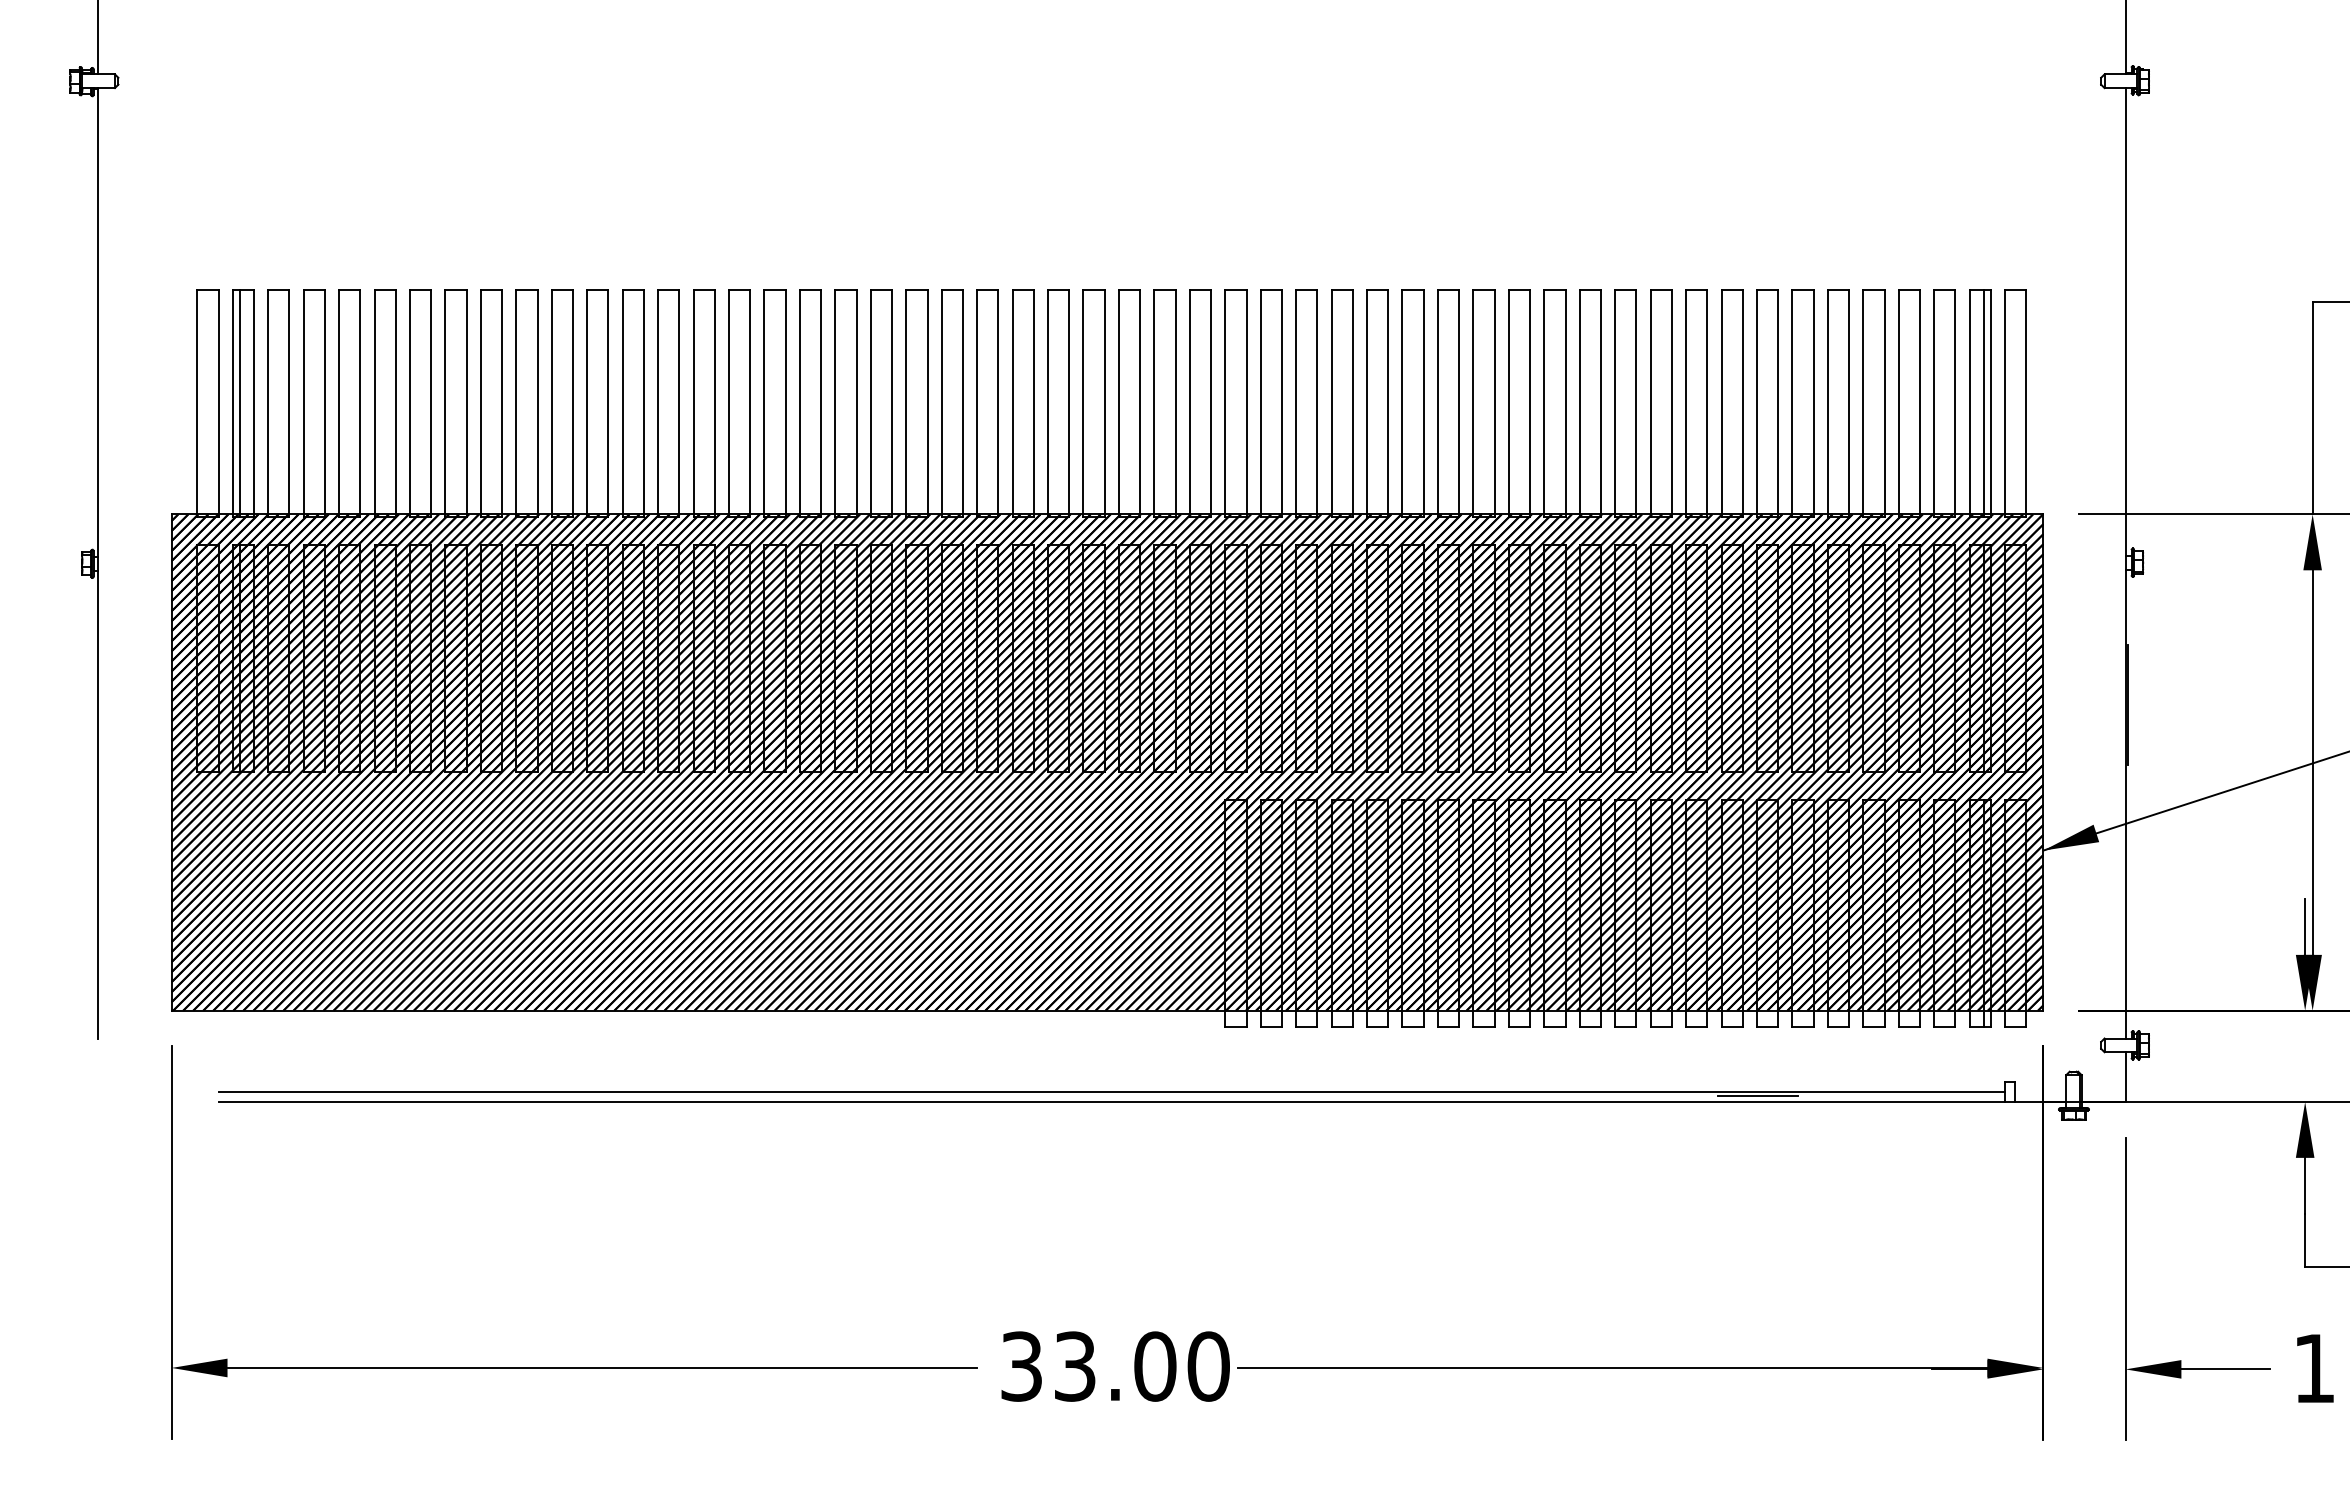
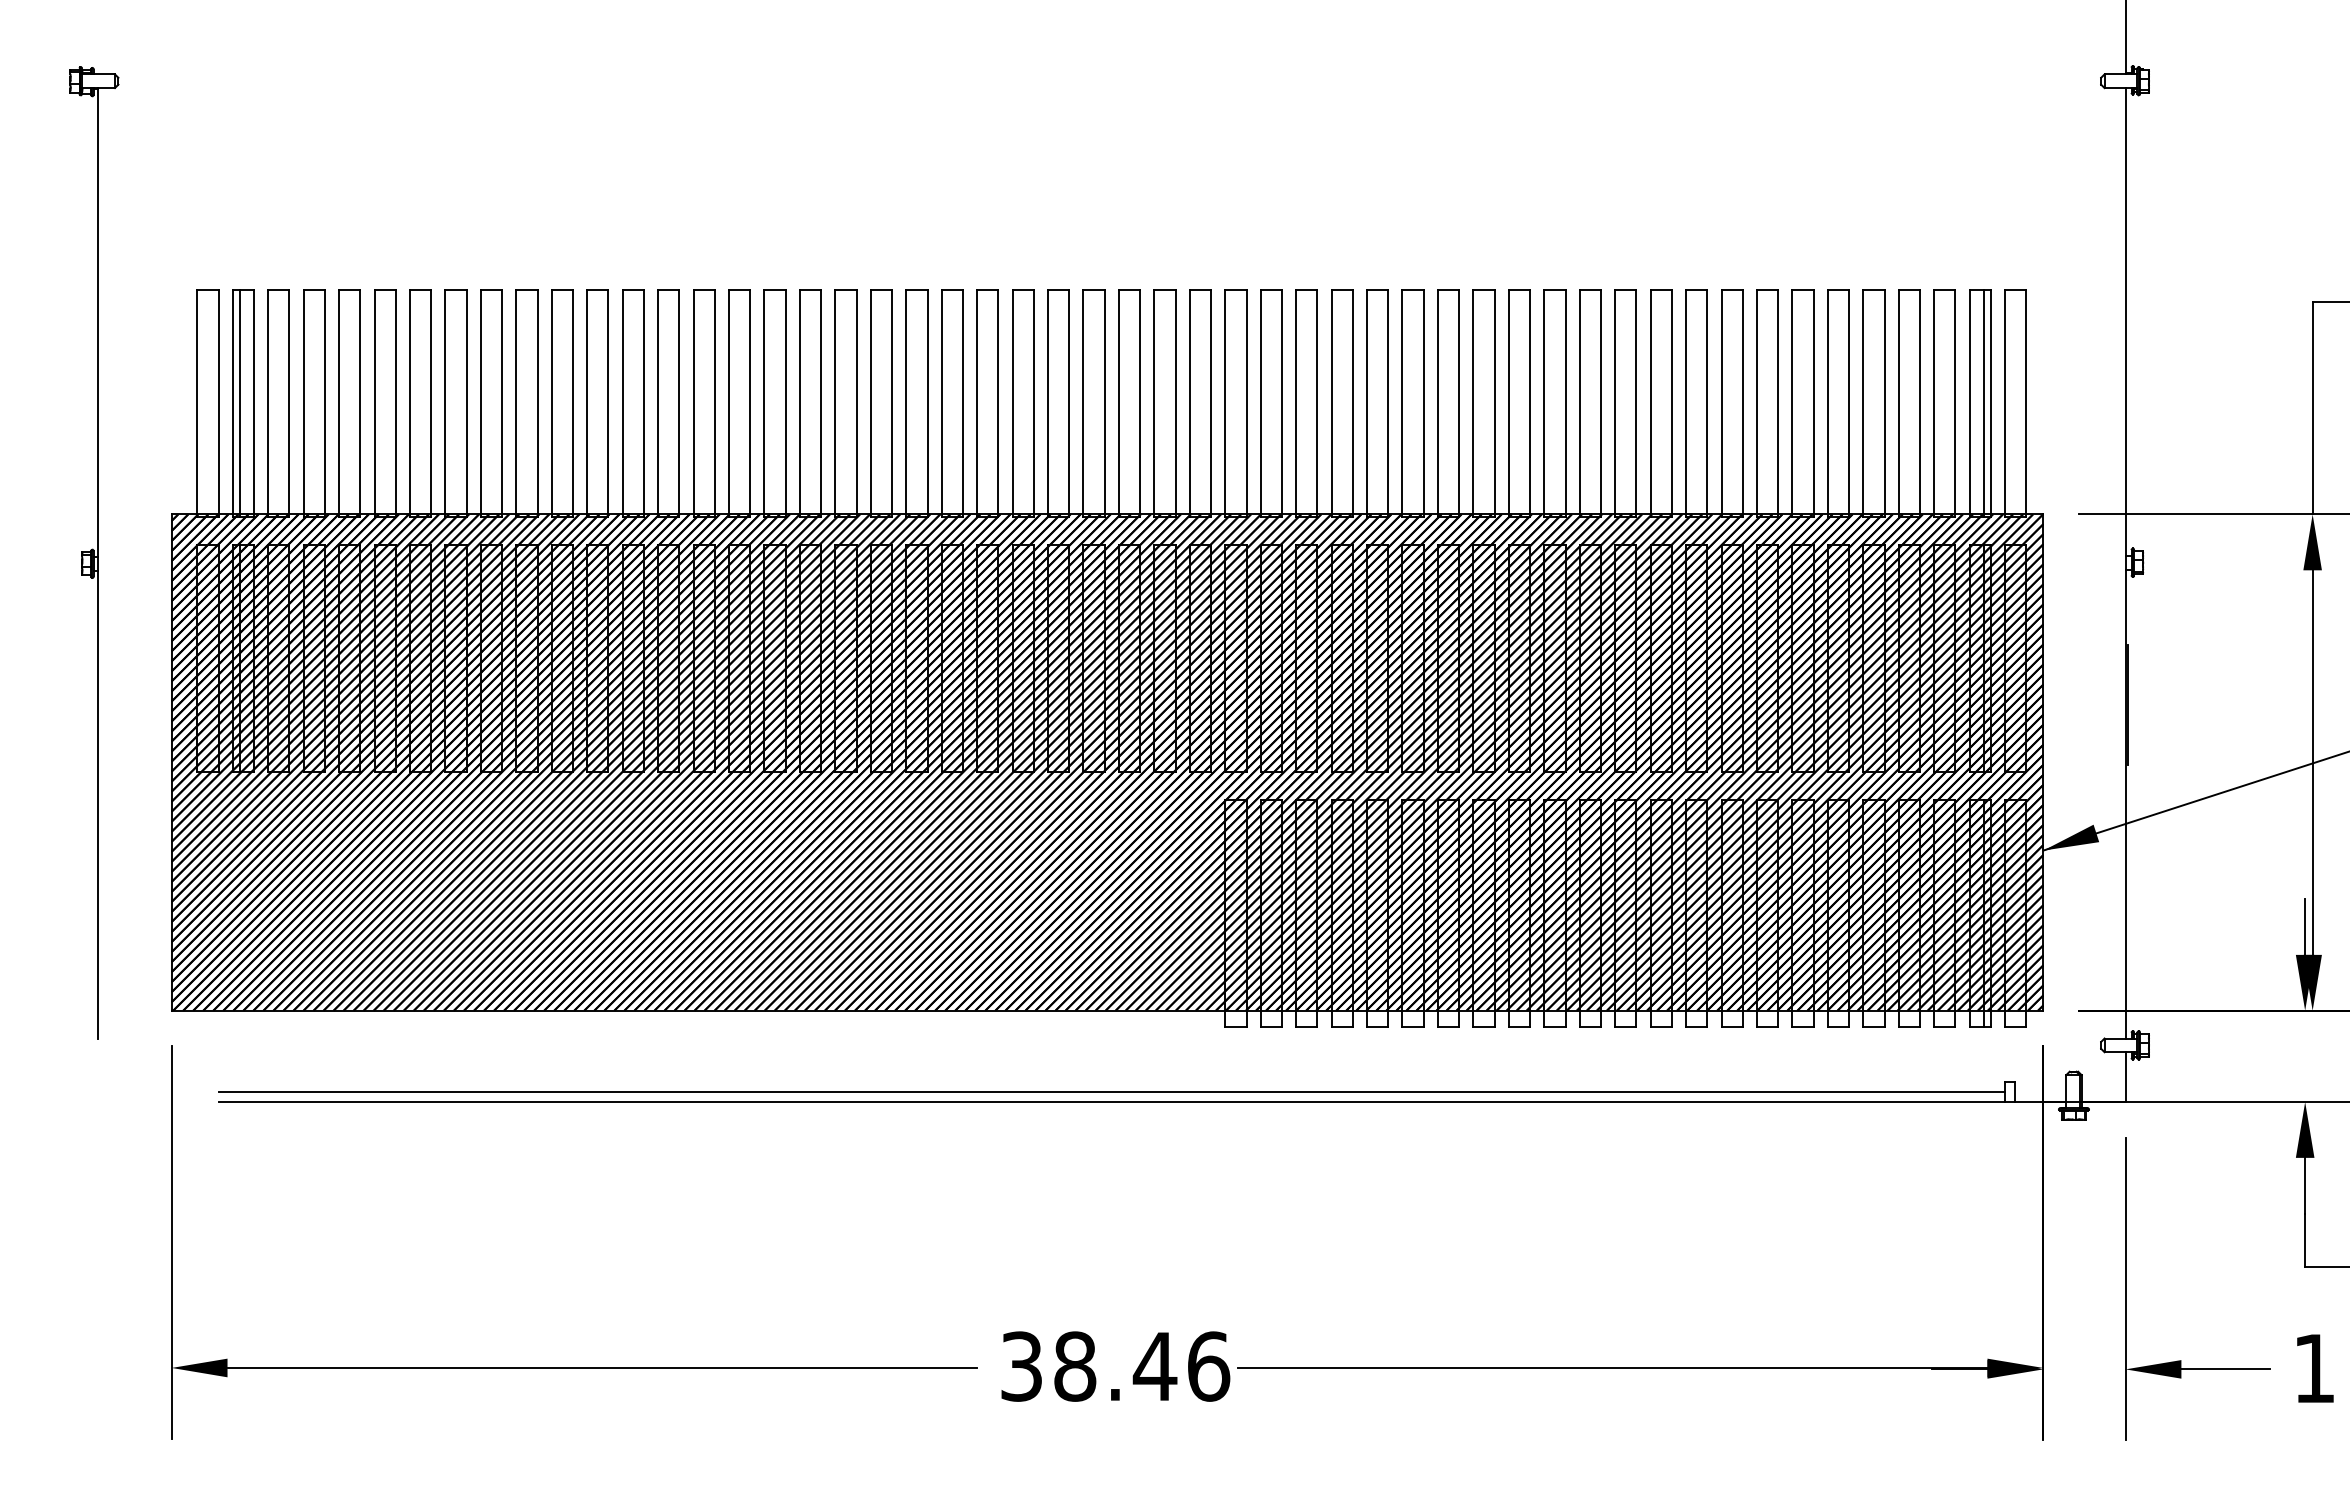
line at (98, 38): present -> none
line at (1757, 1095): present -> none
text at (1142, 1366): 33.00 -> 38.46
